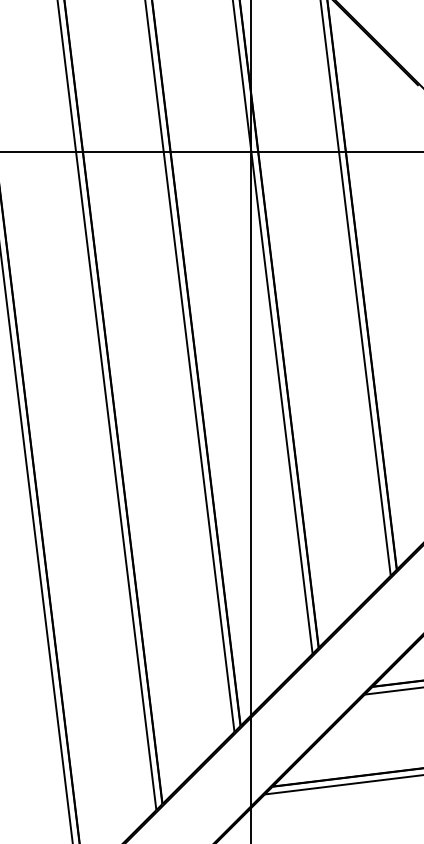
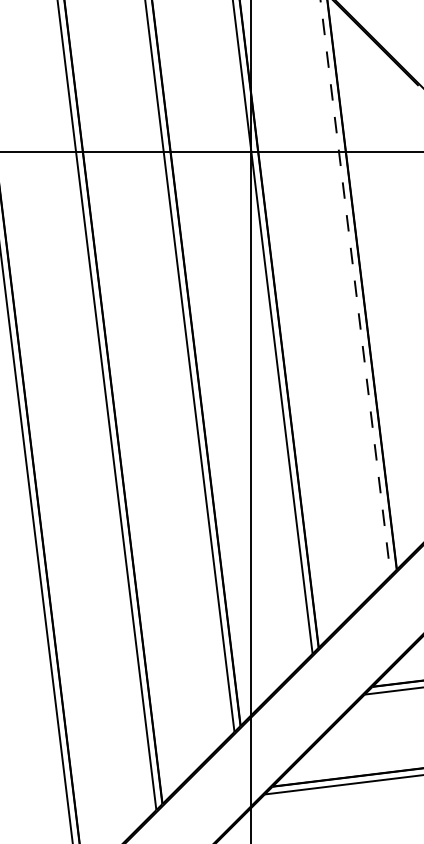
line at (355, 288): solid -> dashed
